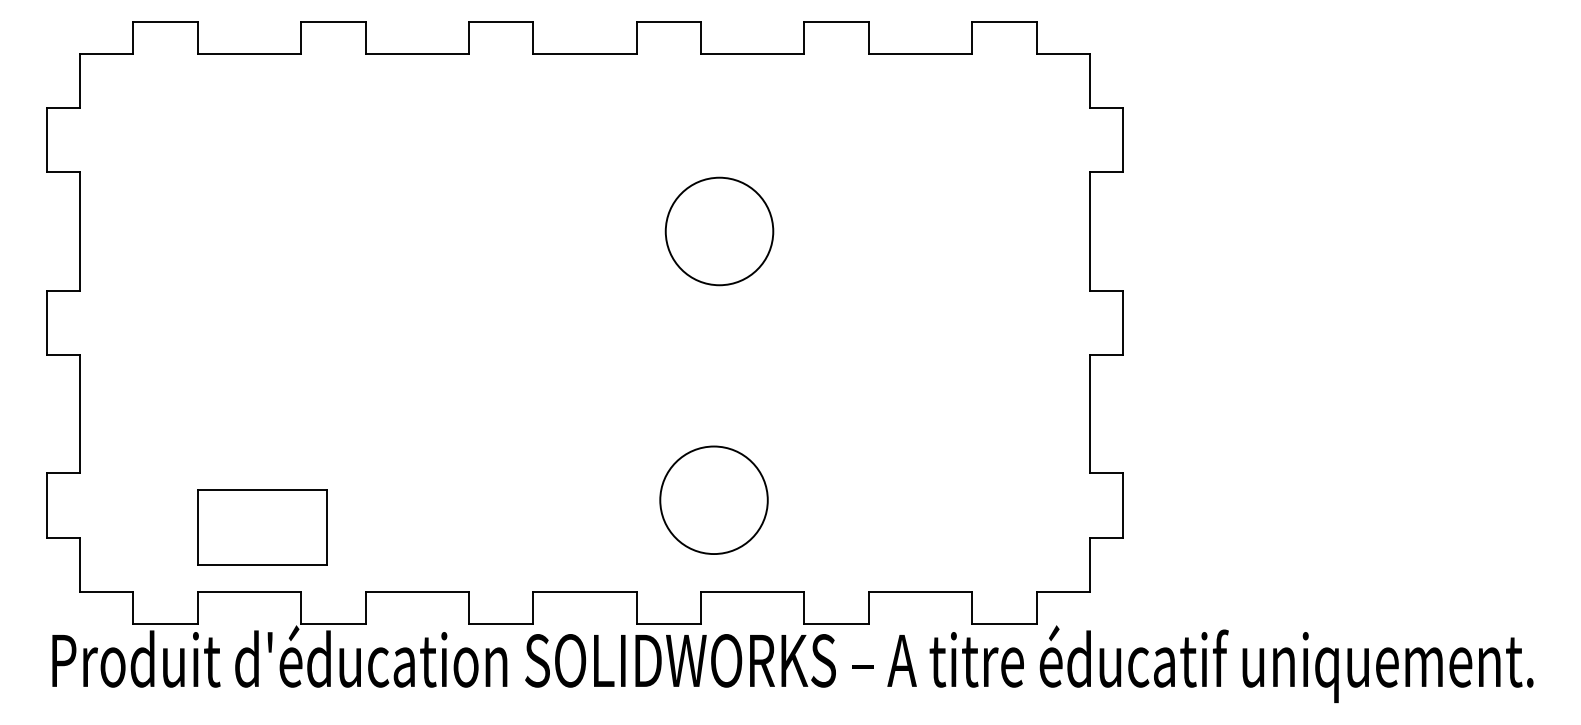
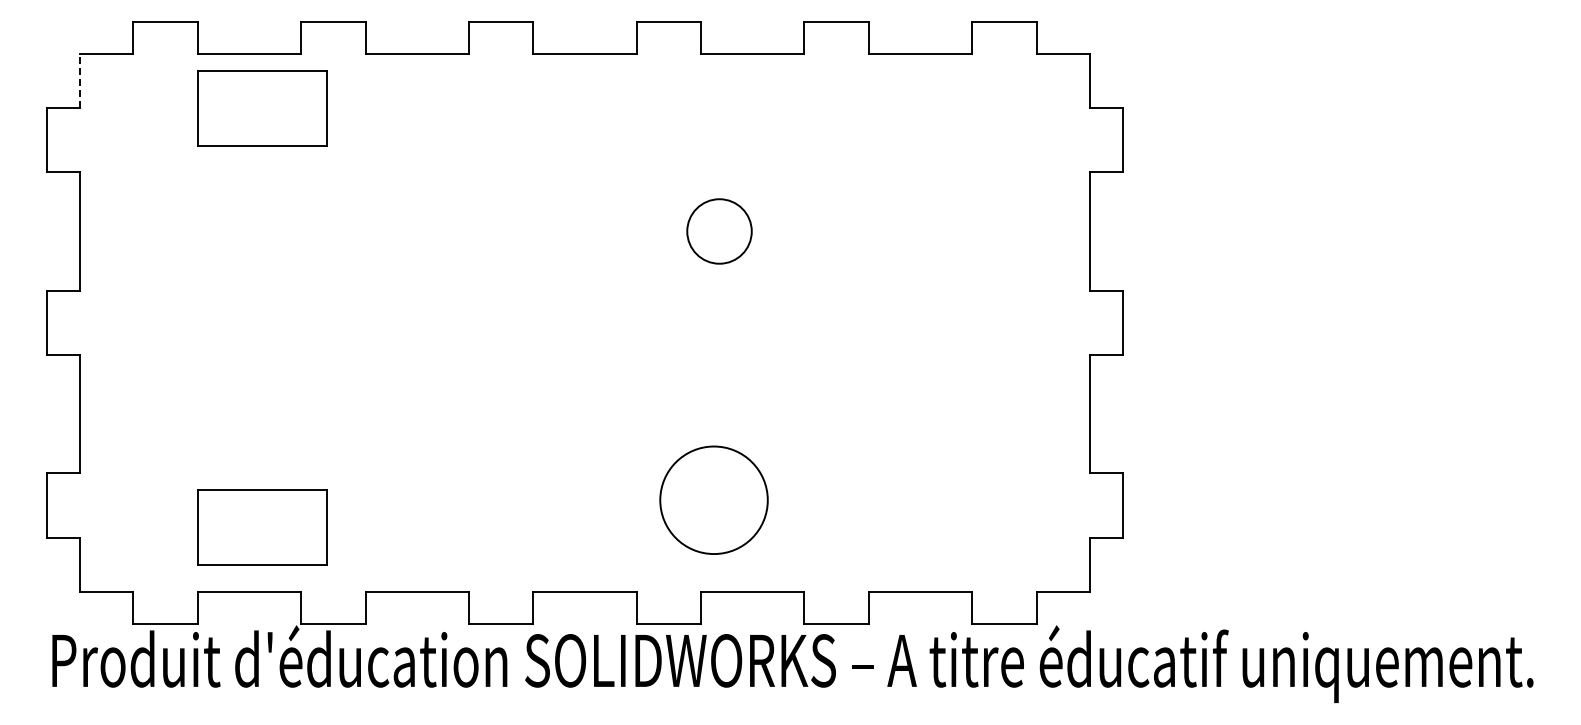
line at (79, 80): solid -> dashed
part at (262, 108): none -> present
circle at (719, 231) diameter: 108 px -> 65 px
